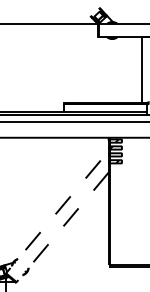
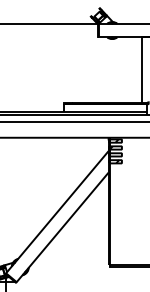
line at (6, 272): dashed -> solid
